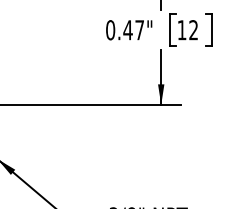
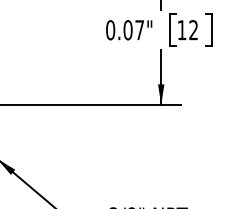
text at (127, 30): 0.47" -> 0.07"
